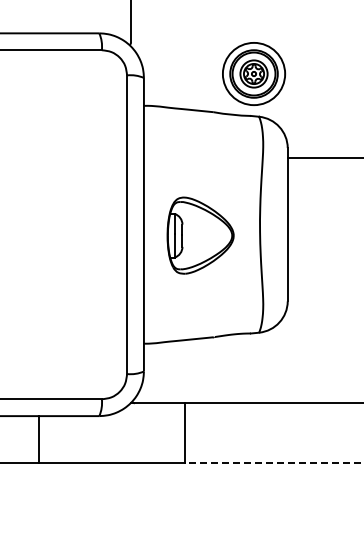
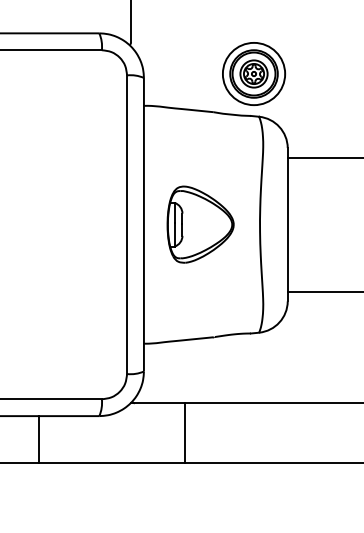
part at (200, 235) position: (200, 235) -> (200, 224)
line at (323, 291): none -> present
line at (274, 462): dashed -> solid
